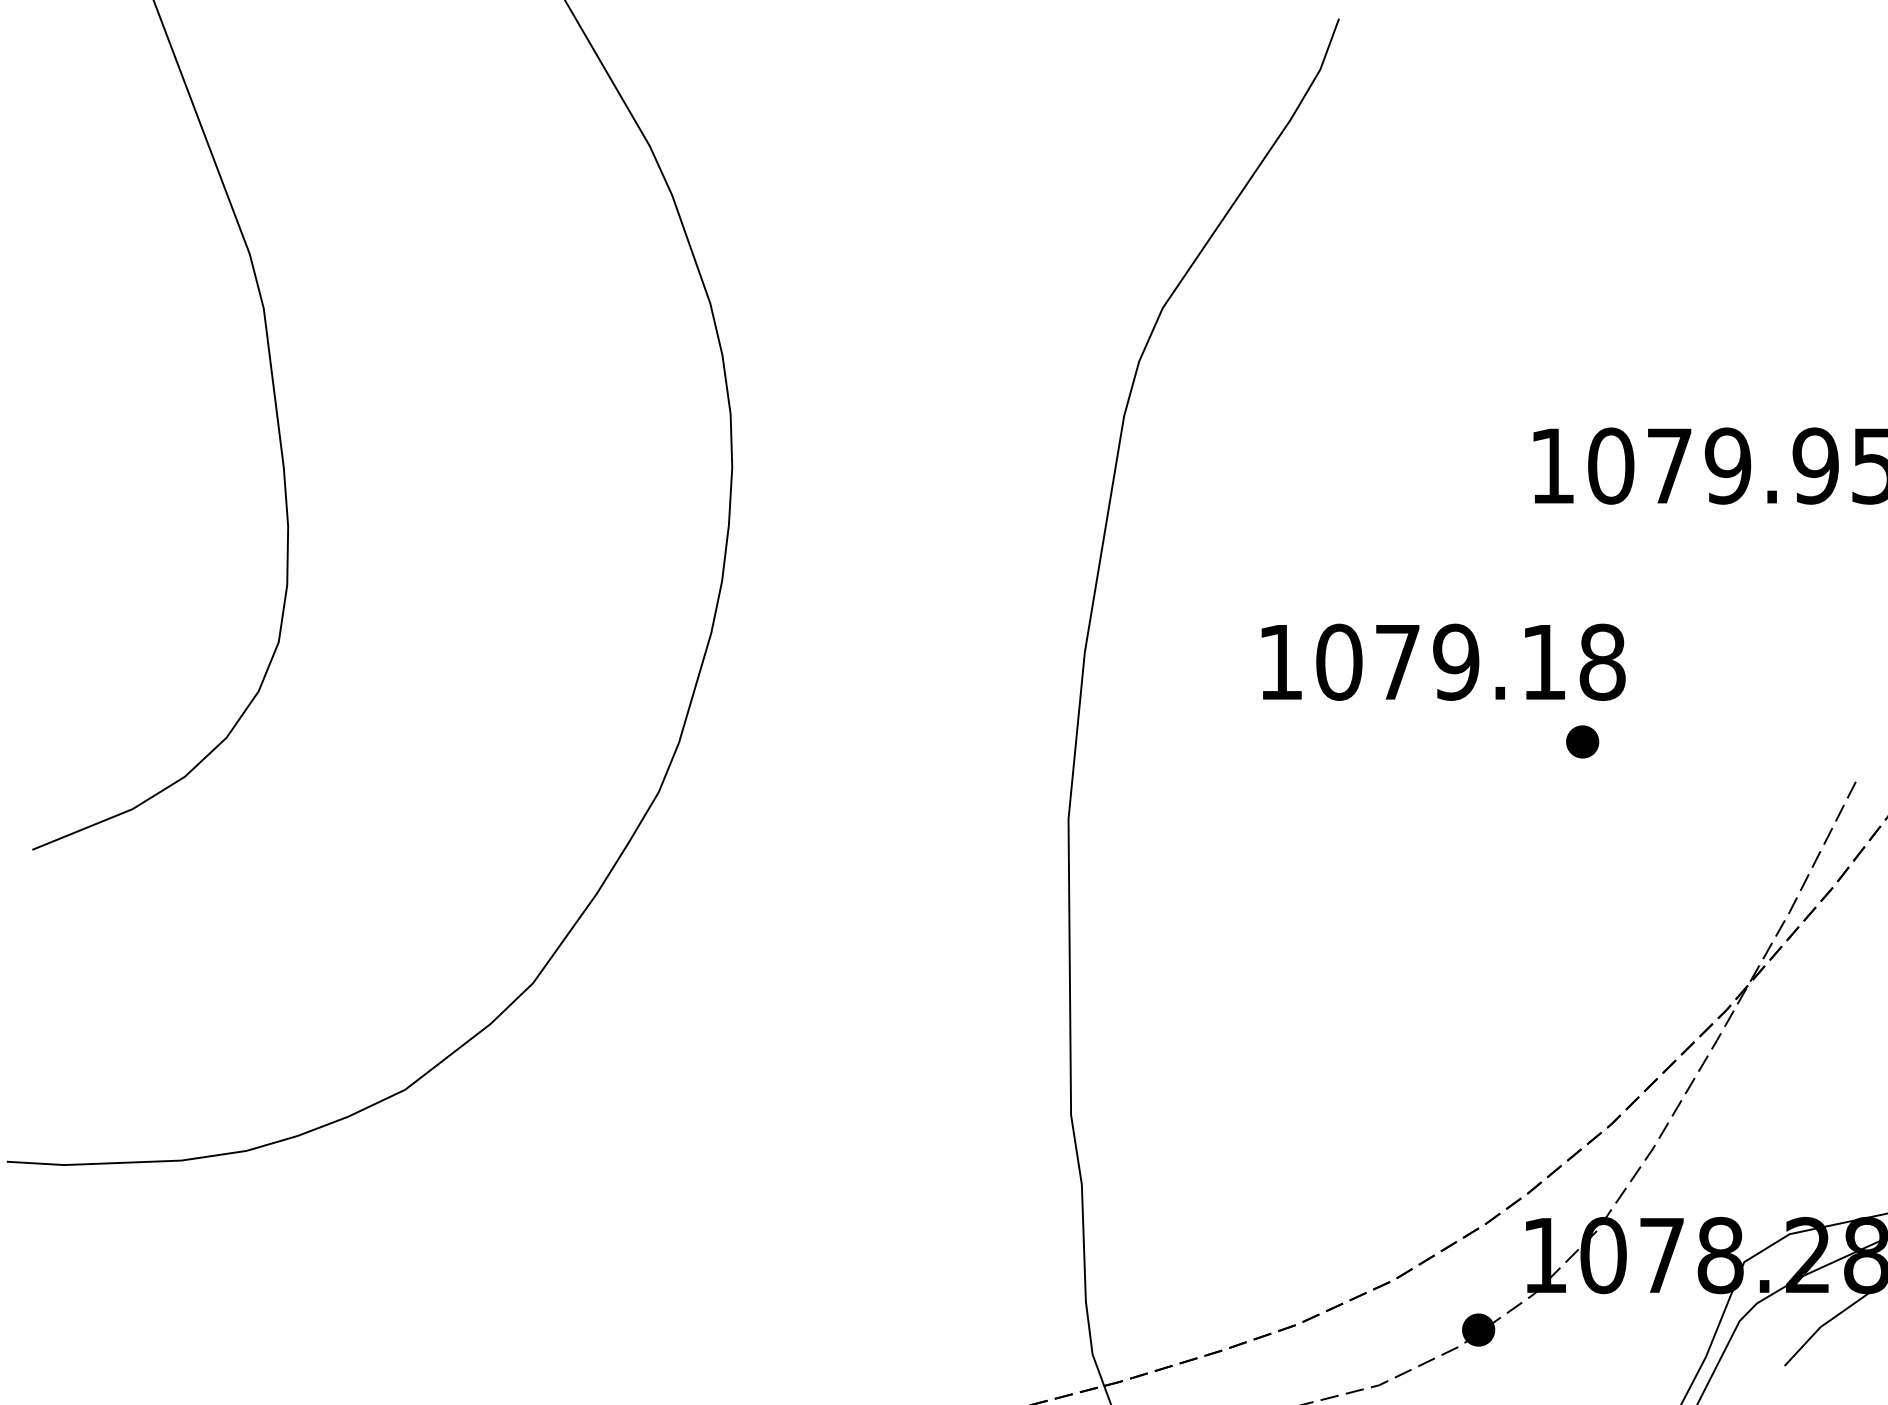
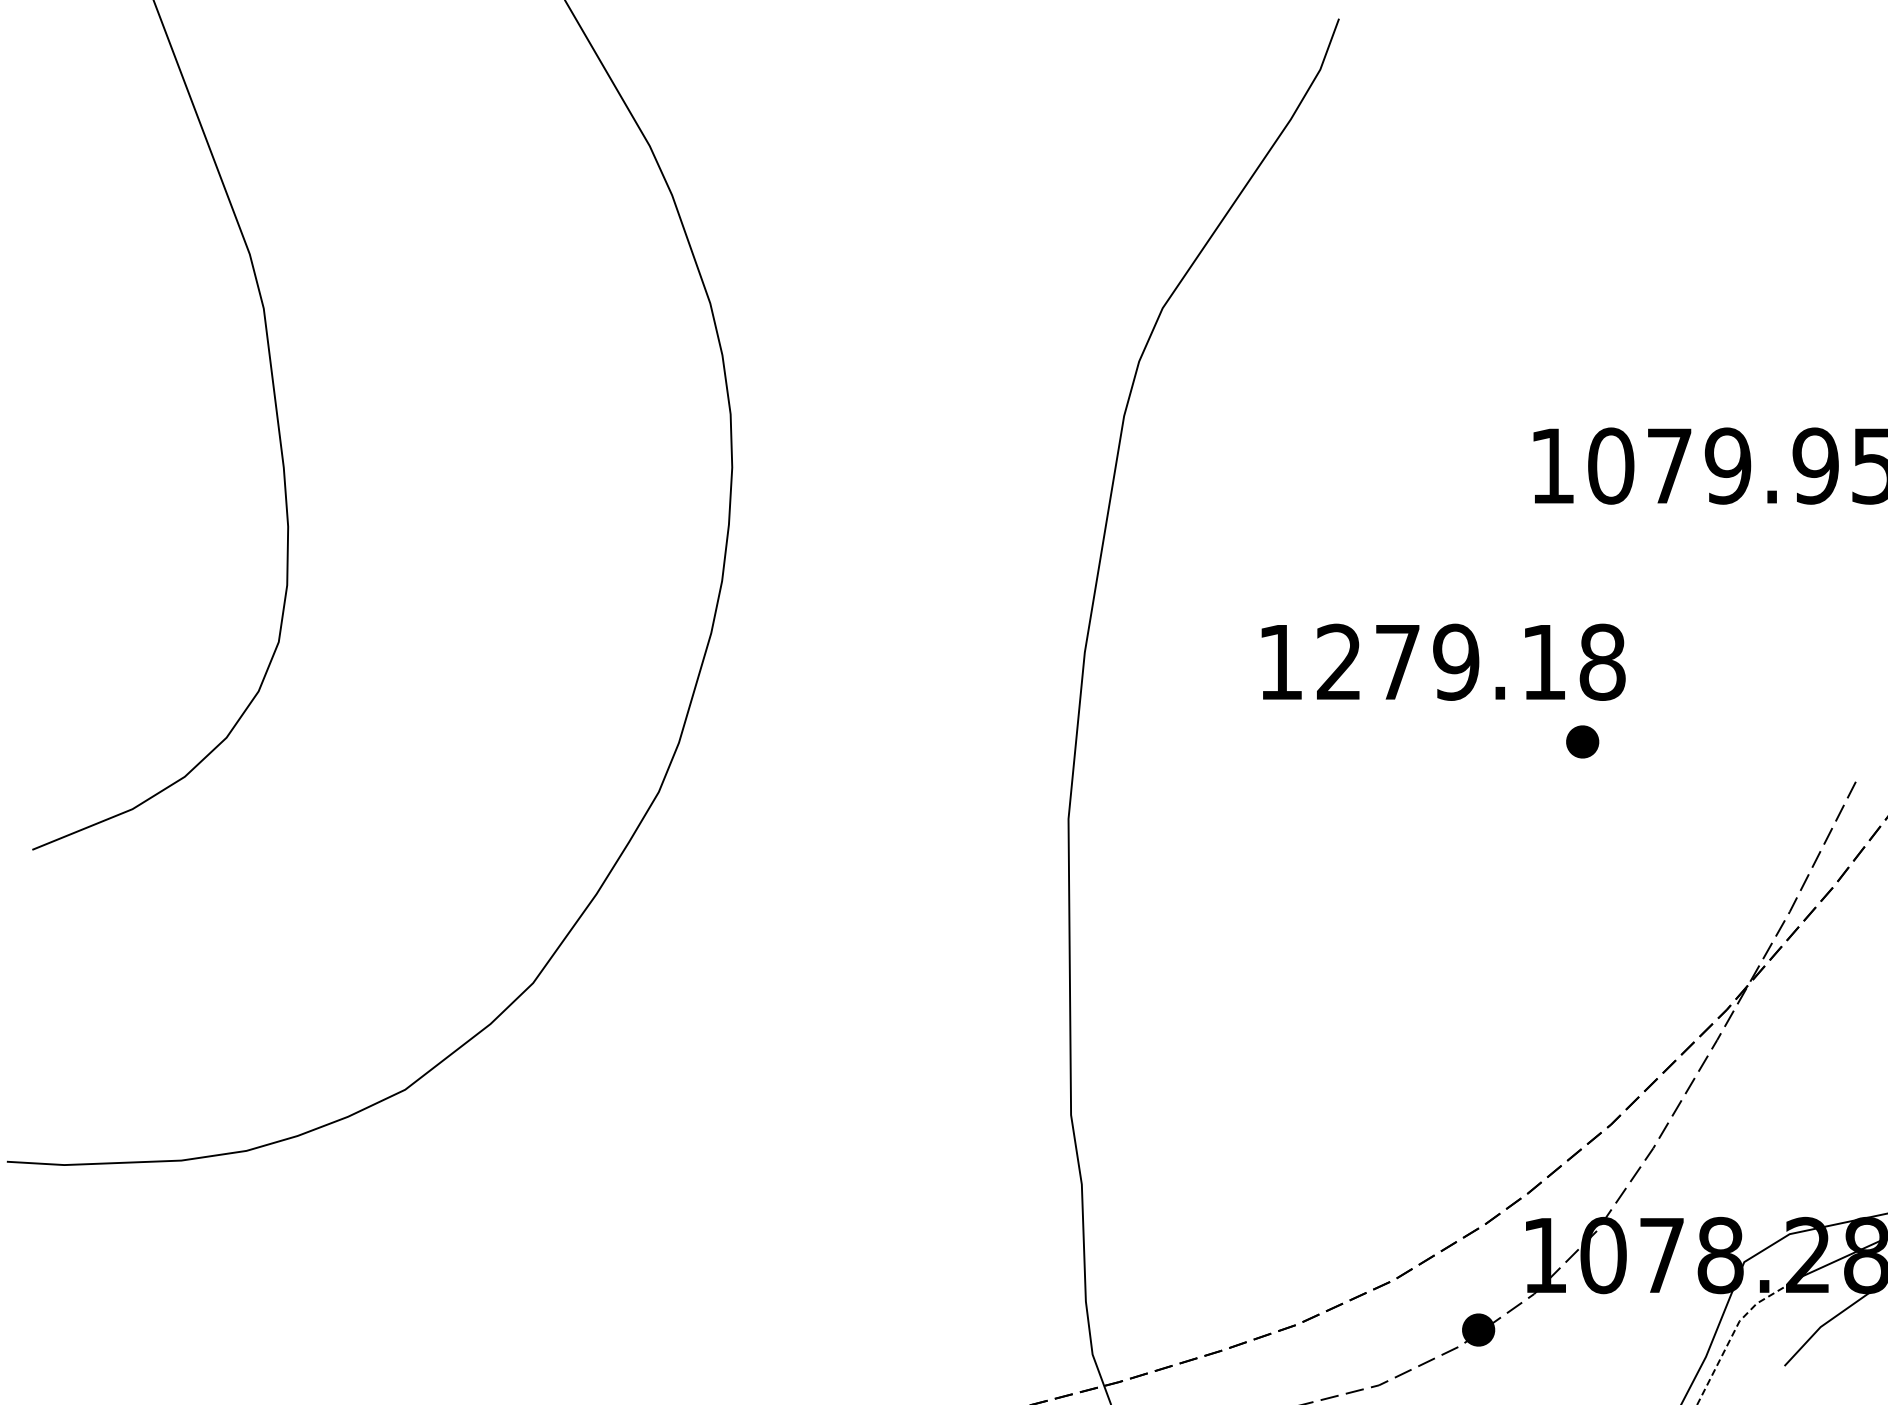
text at (1339, 661): 1079.18 -> 1279.18
line at (1736, 1327): solid -> dashed
